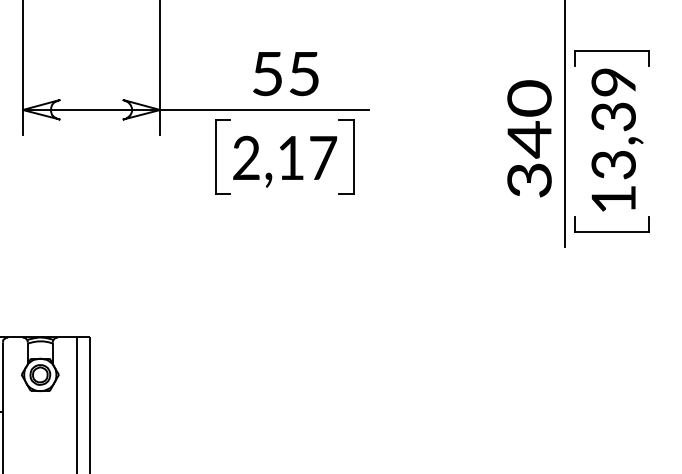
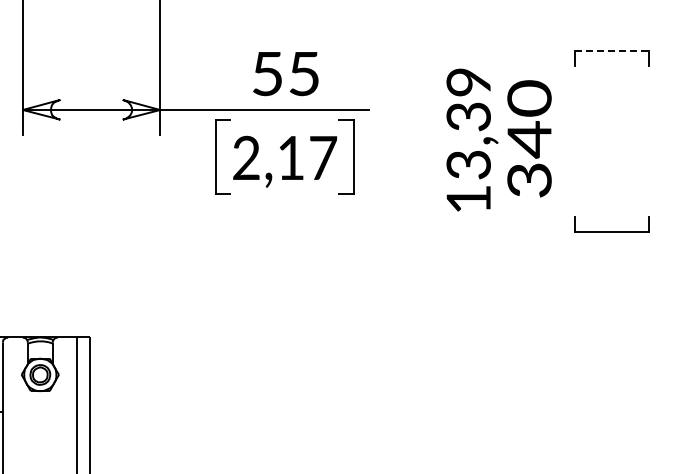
line at (612, 51): solid -> dashed
line at (564, 124): present -> none
text at (617, 139) position: (617, 139) -> (472, 139)
